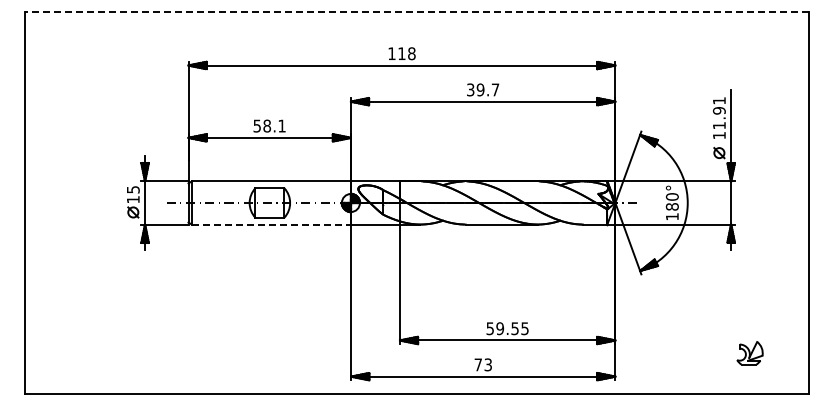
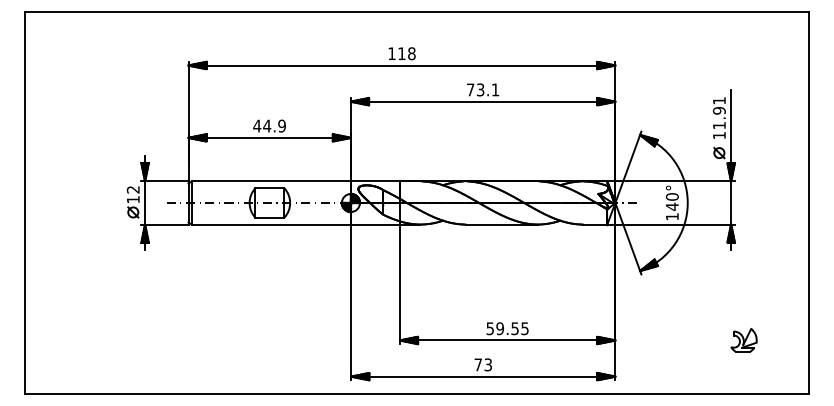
line at (417, 11): dashed -> solid
text at (483, 89): 39.7 -> 73.1
text at (269, 125): 58.1 -> 44.9
text at (132, 189): 15 -> 12
text at (671, 206): 180° -> 140°
line at (272, 224): dashed -> solid
part at (749, 353) position: (749, 353) -> (743, 340)
